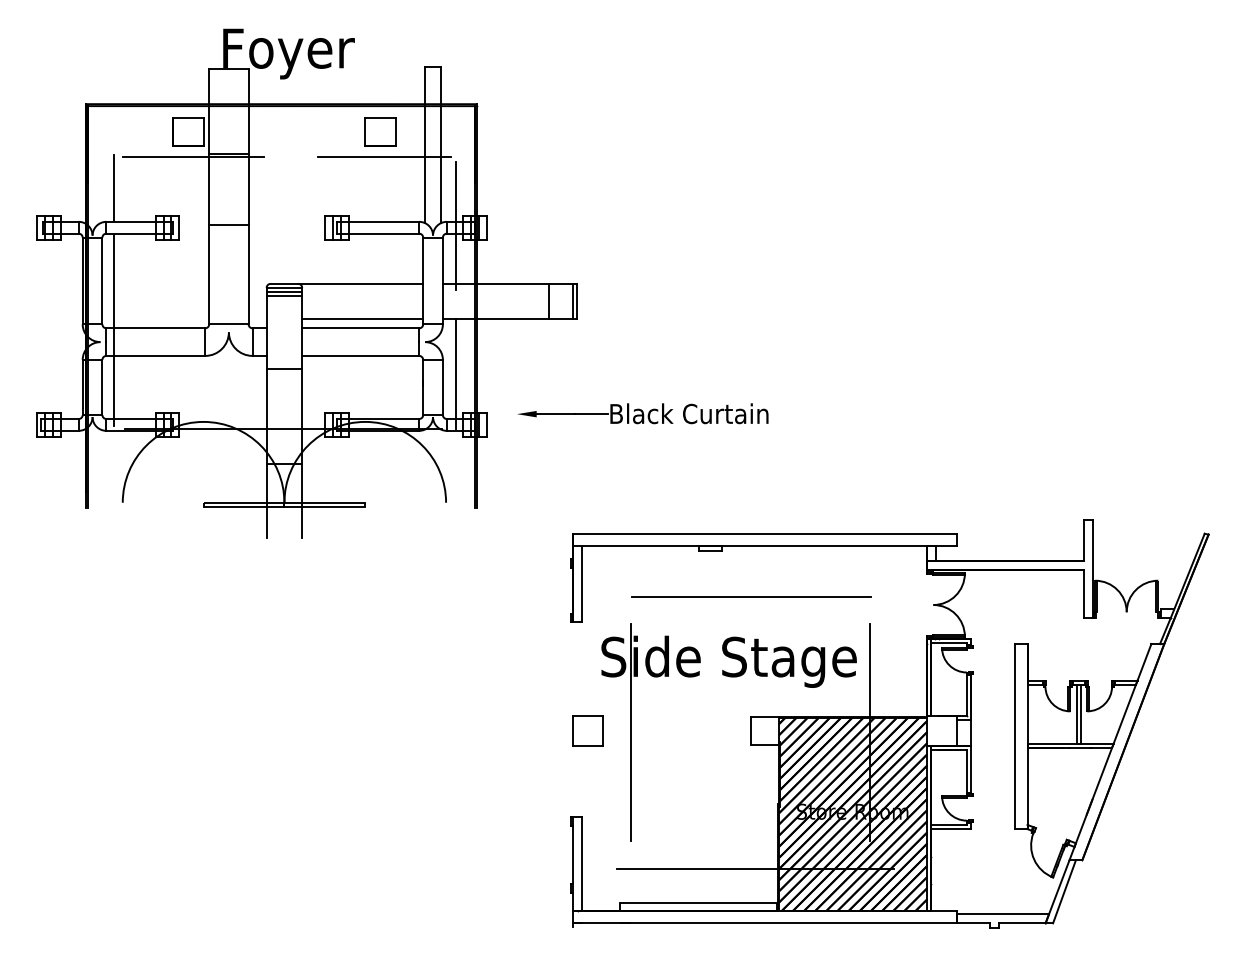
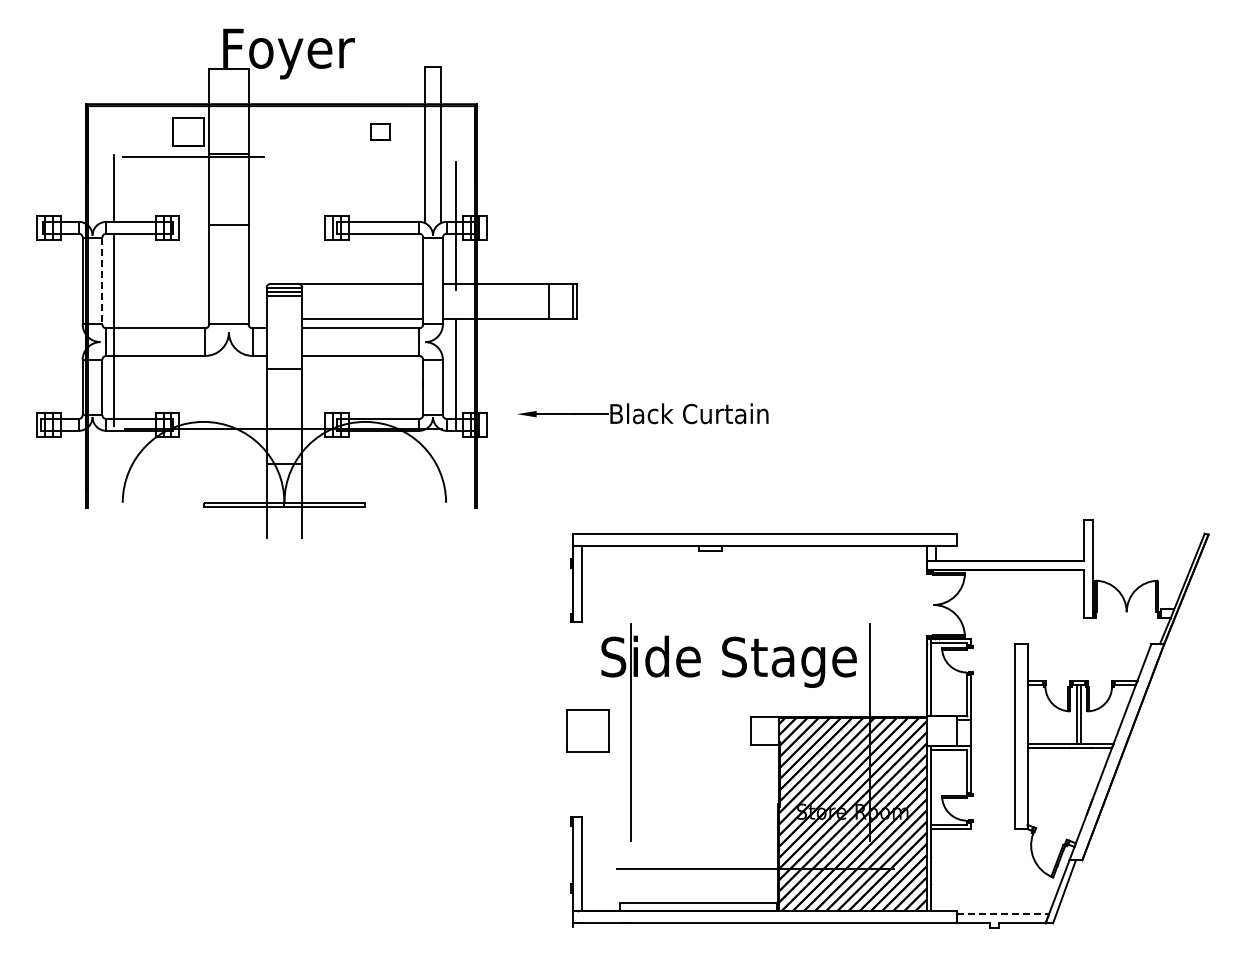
part at (380, 131) size: 33x30 px -> 21x18 px
line at (384, 157): present -> none
line at (102, 281): solid -> dashed
line at (751, 596): present -> none
part at (587, 730) size: 32x32 px -> 44x44 px
line at (1003, 914): solid -> dashed
